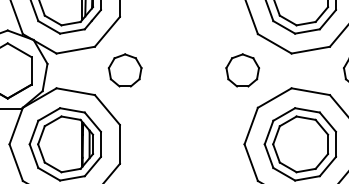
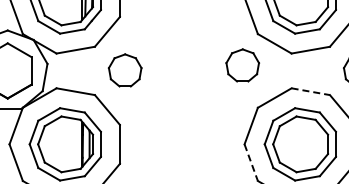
part at (242, 70) position: (242, 70) -> (242, 65)
line at (311, 91): solid -> dashed
line at (251, 163): solid -> dashed
